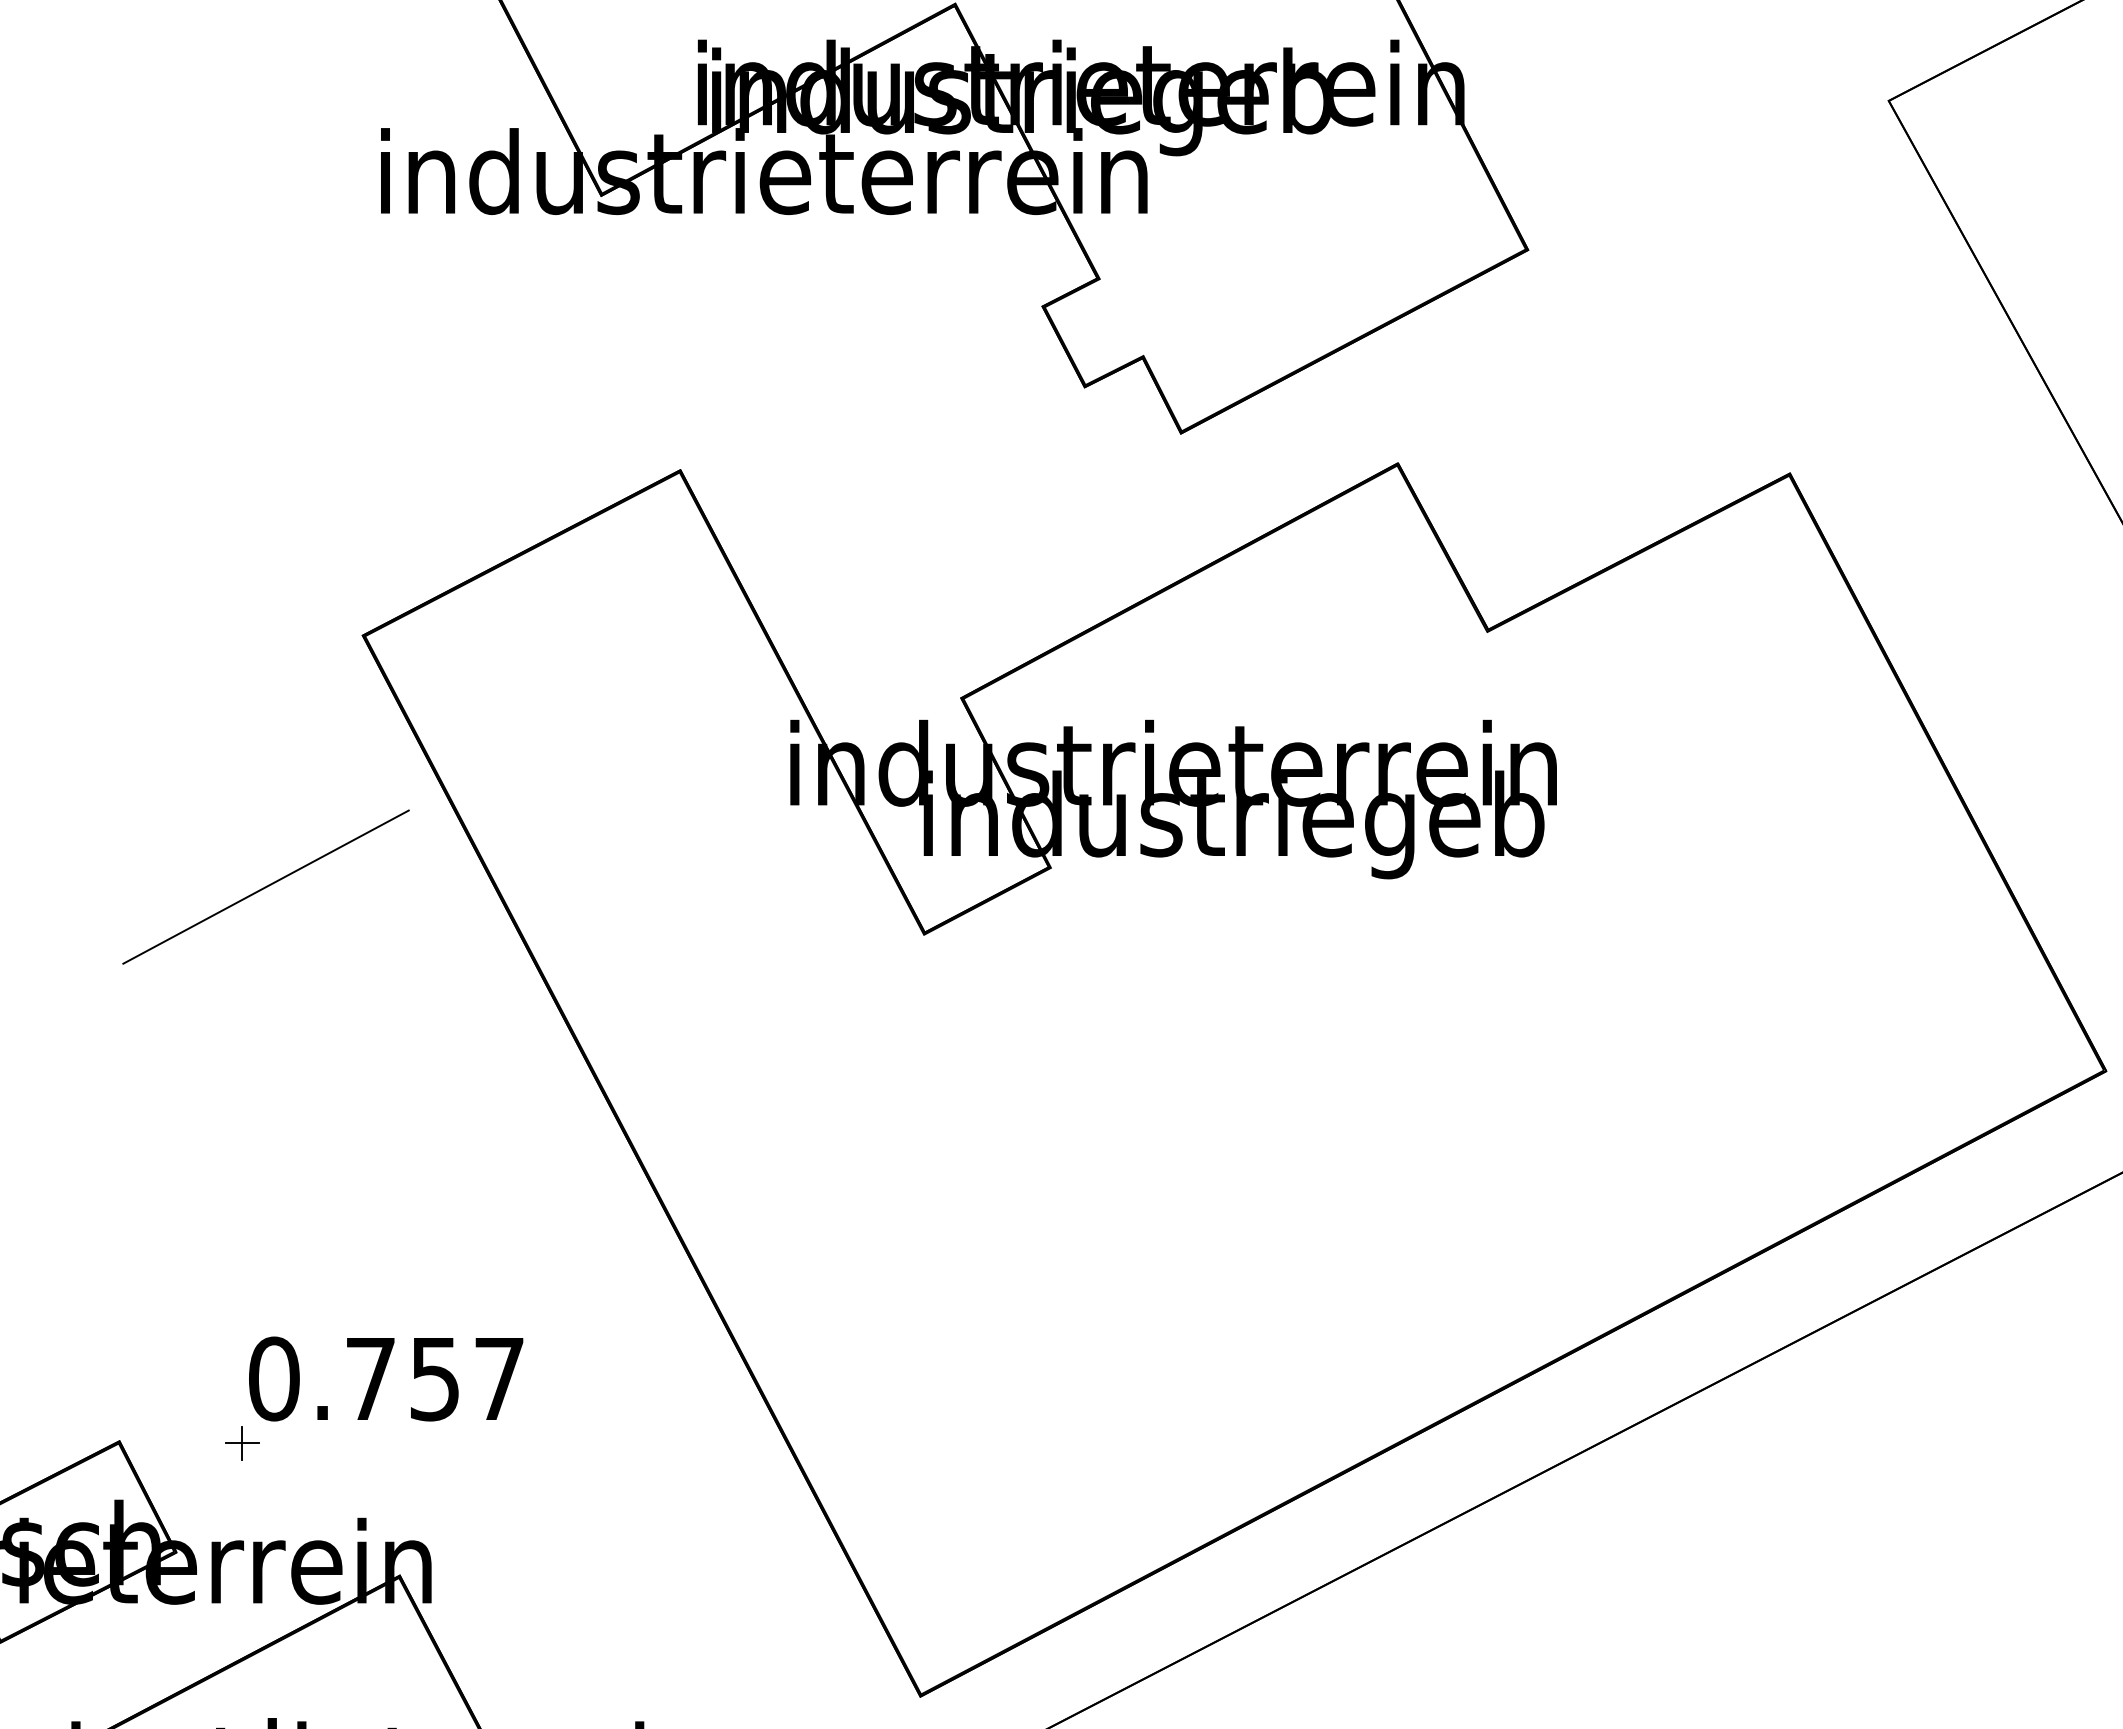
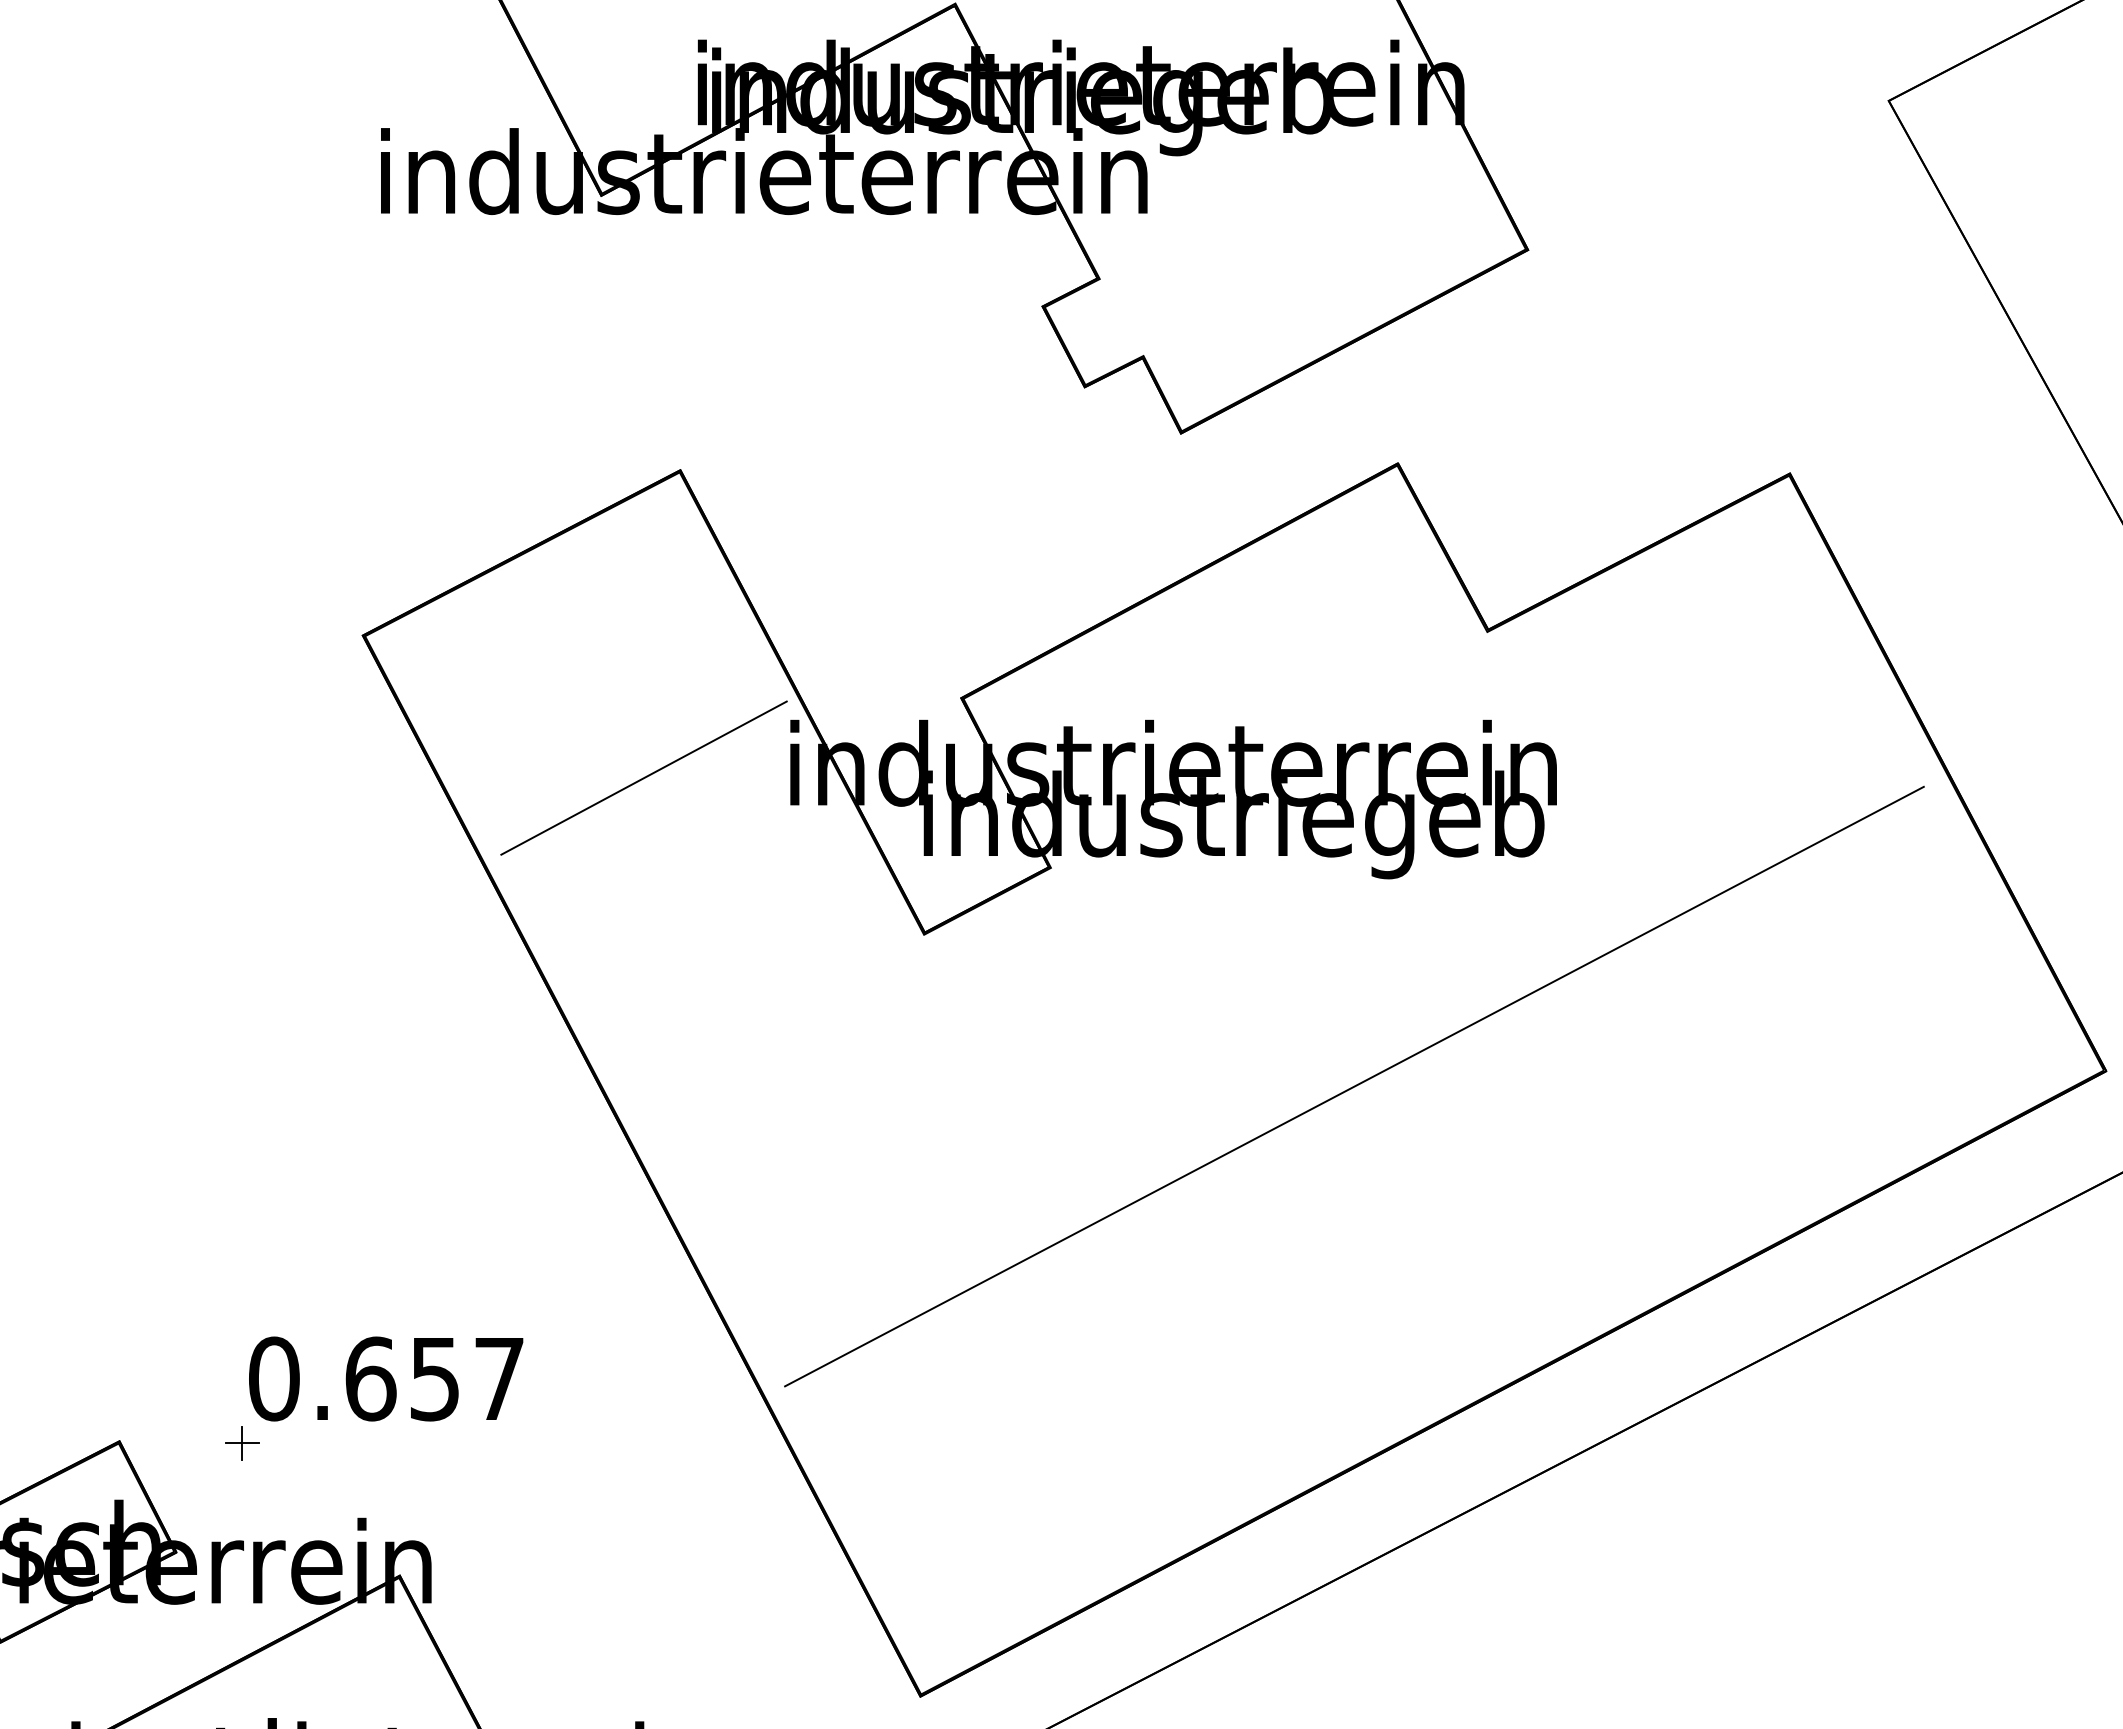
line at (265, 886) position: (265, 886) -> (643, 777)
line at (1354, 1086): none -> present
text at (370, 1378): 0.757 -> 0.657
